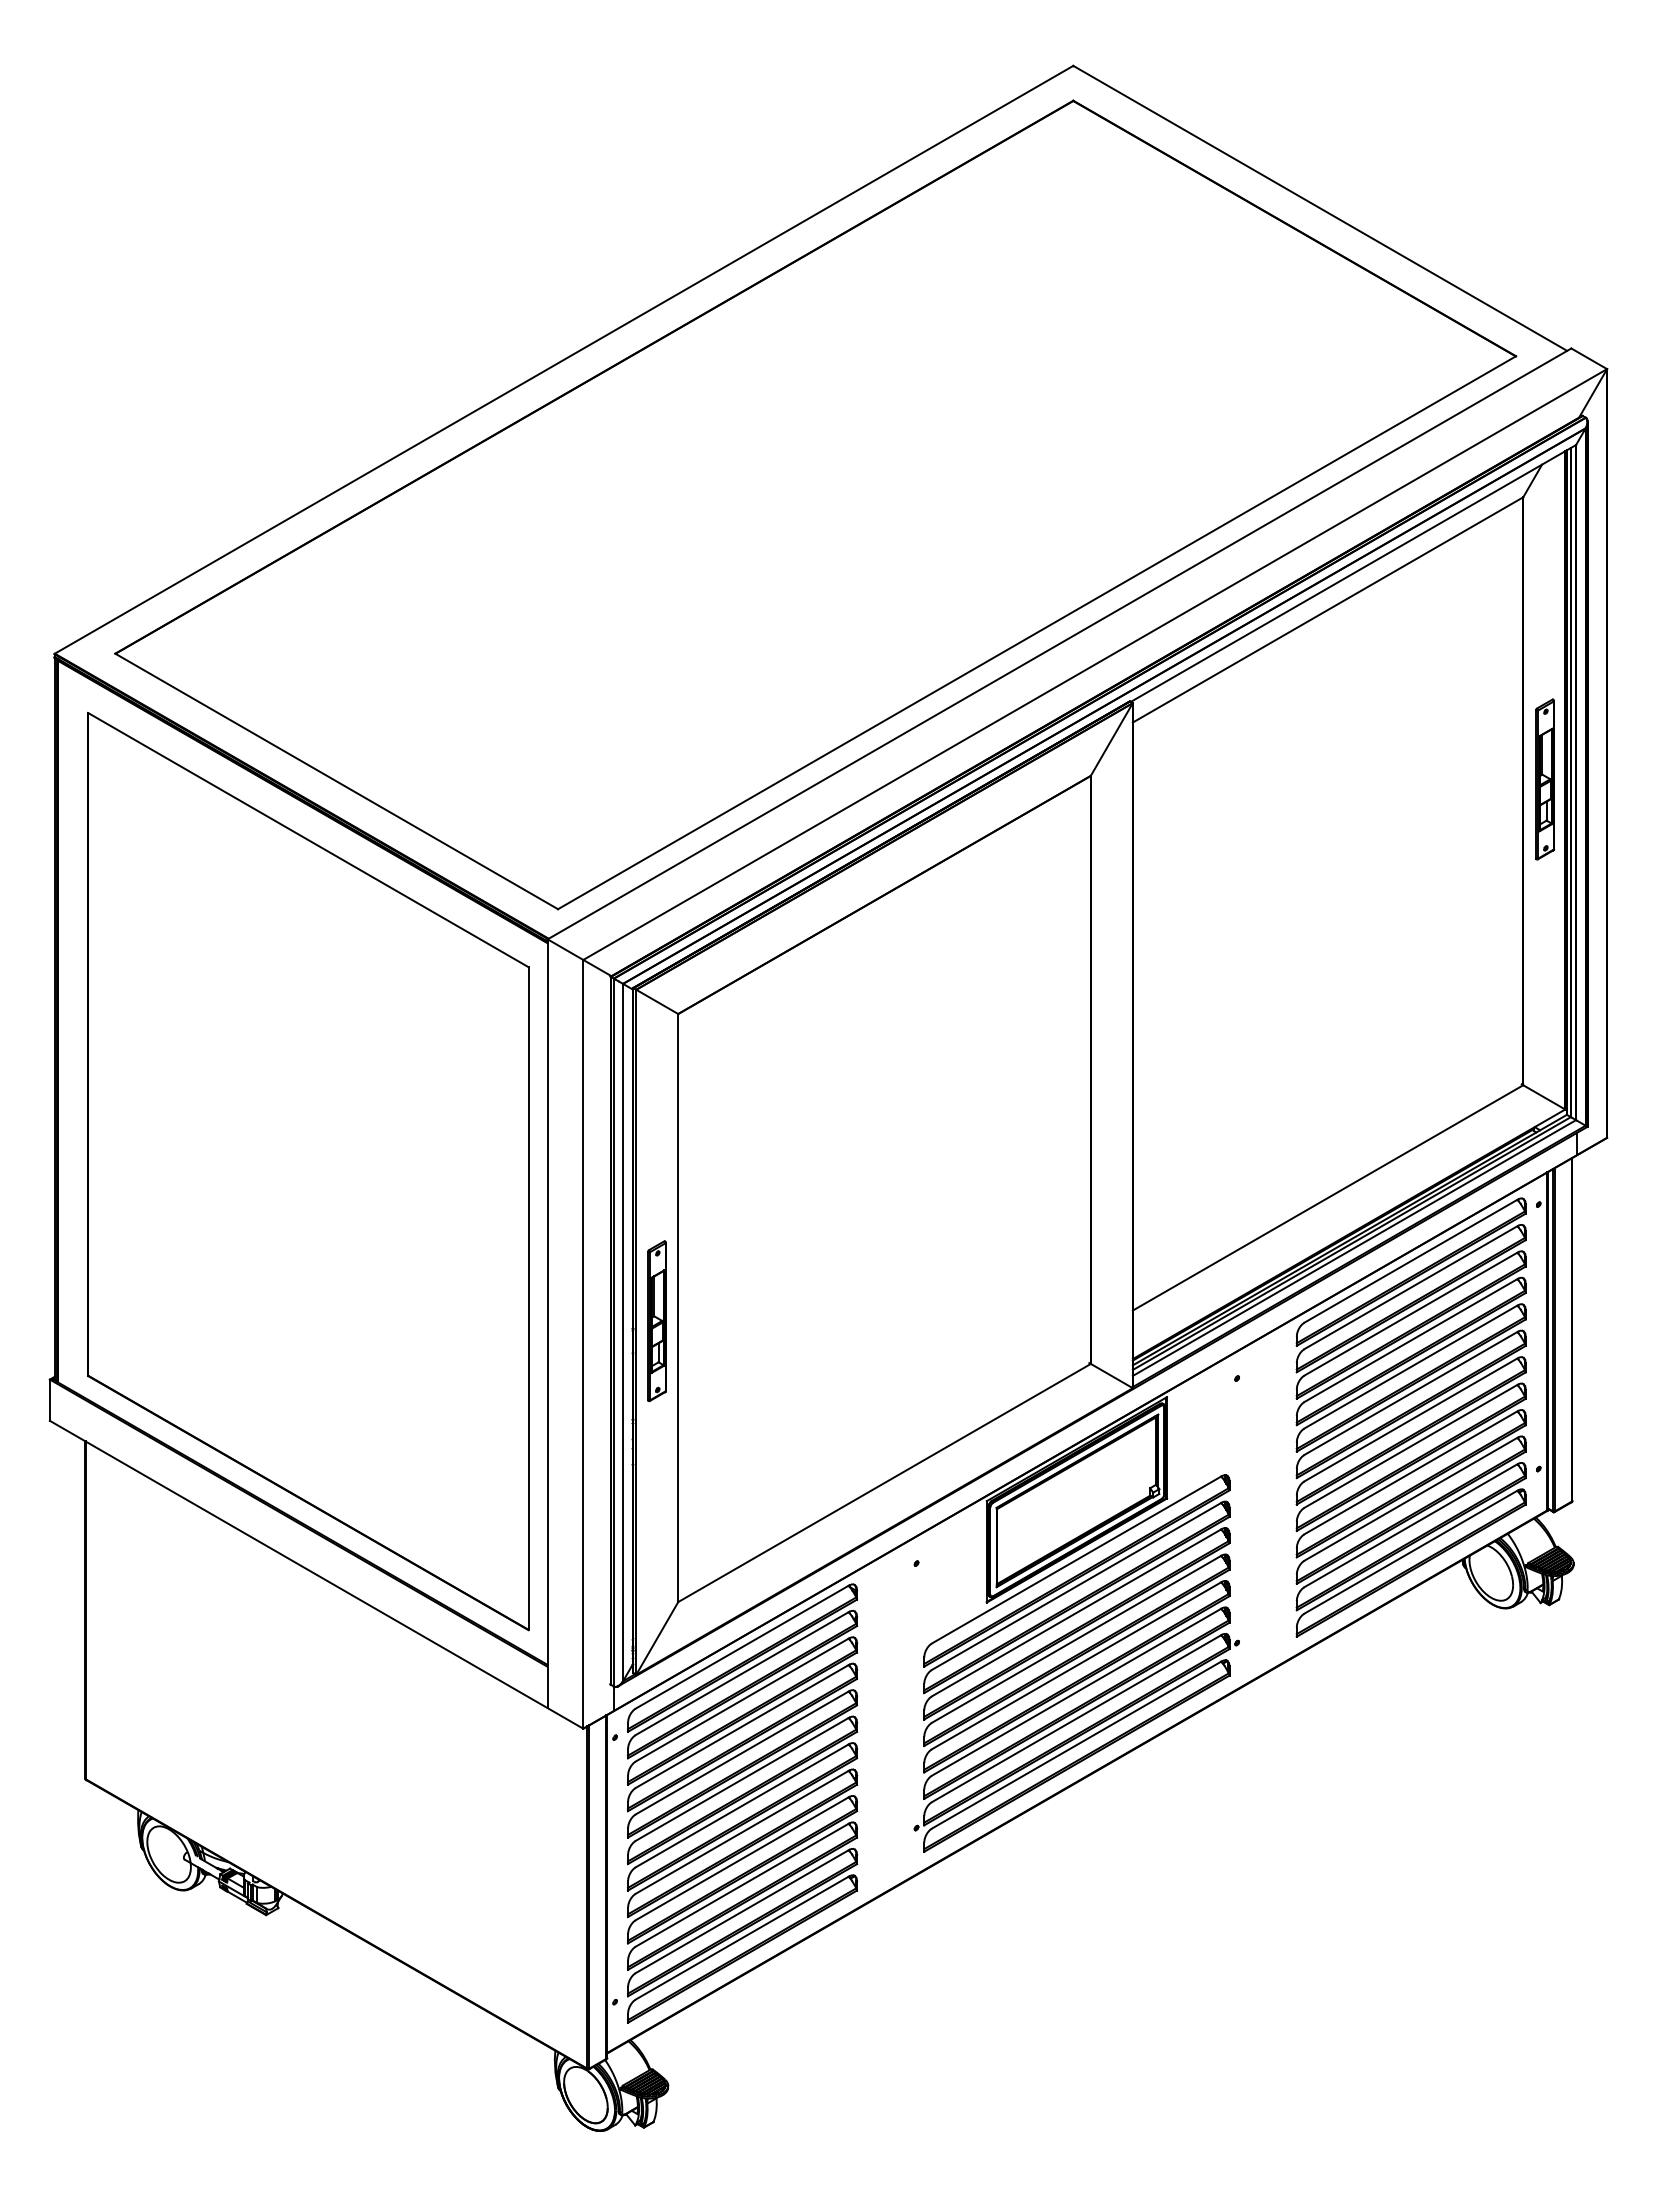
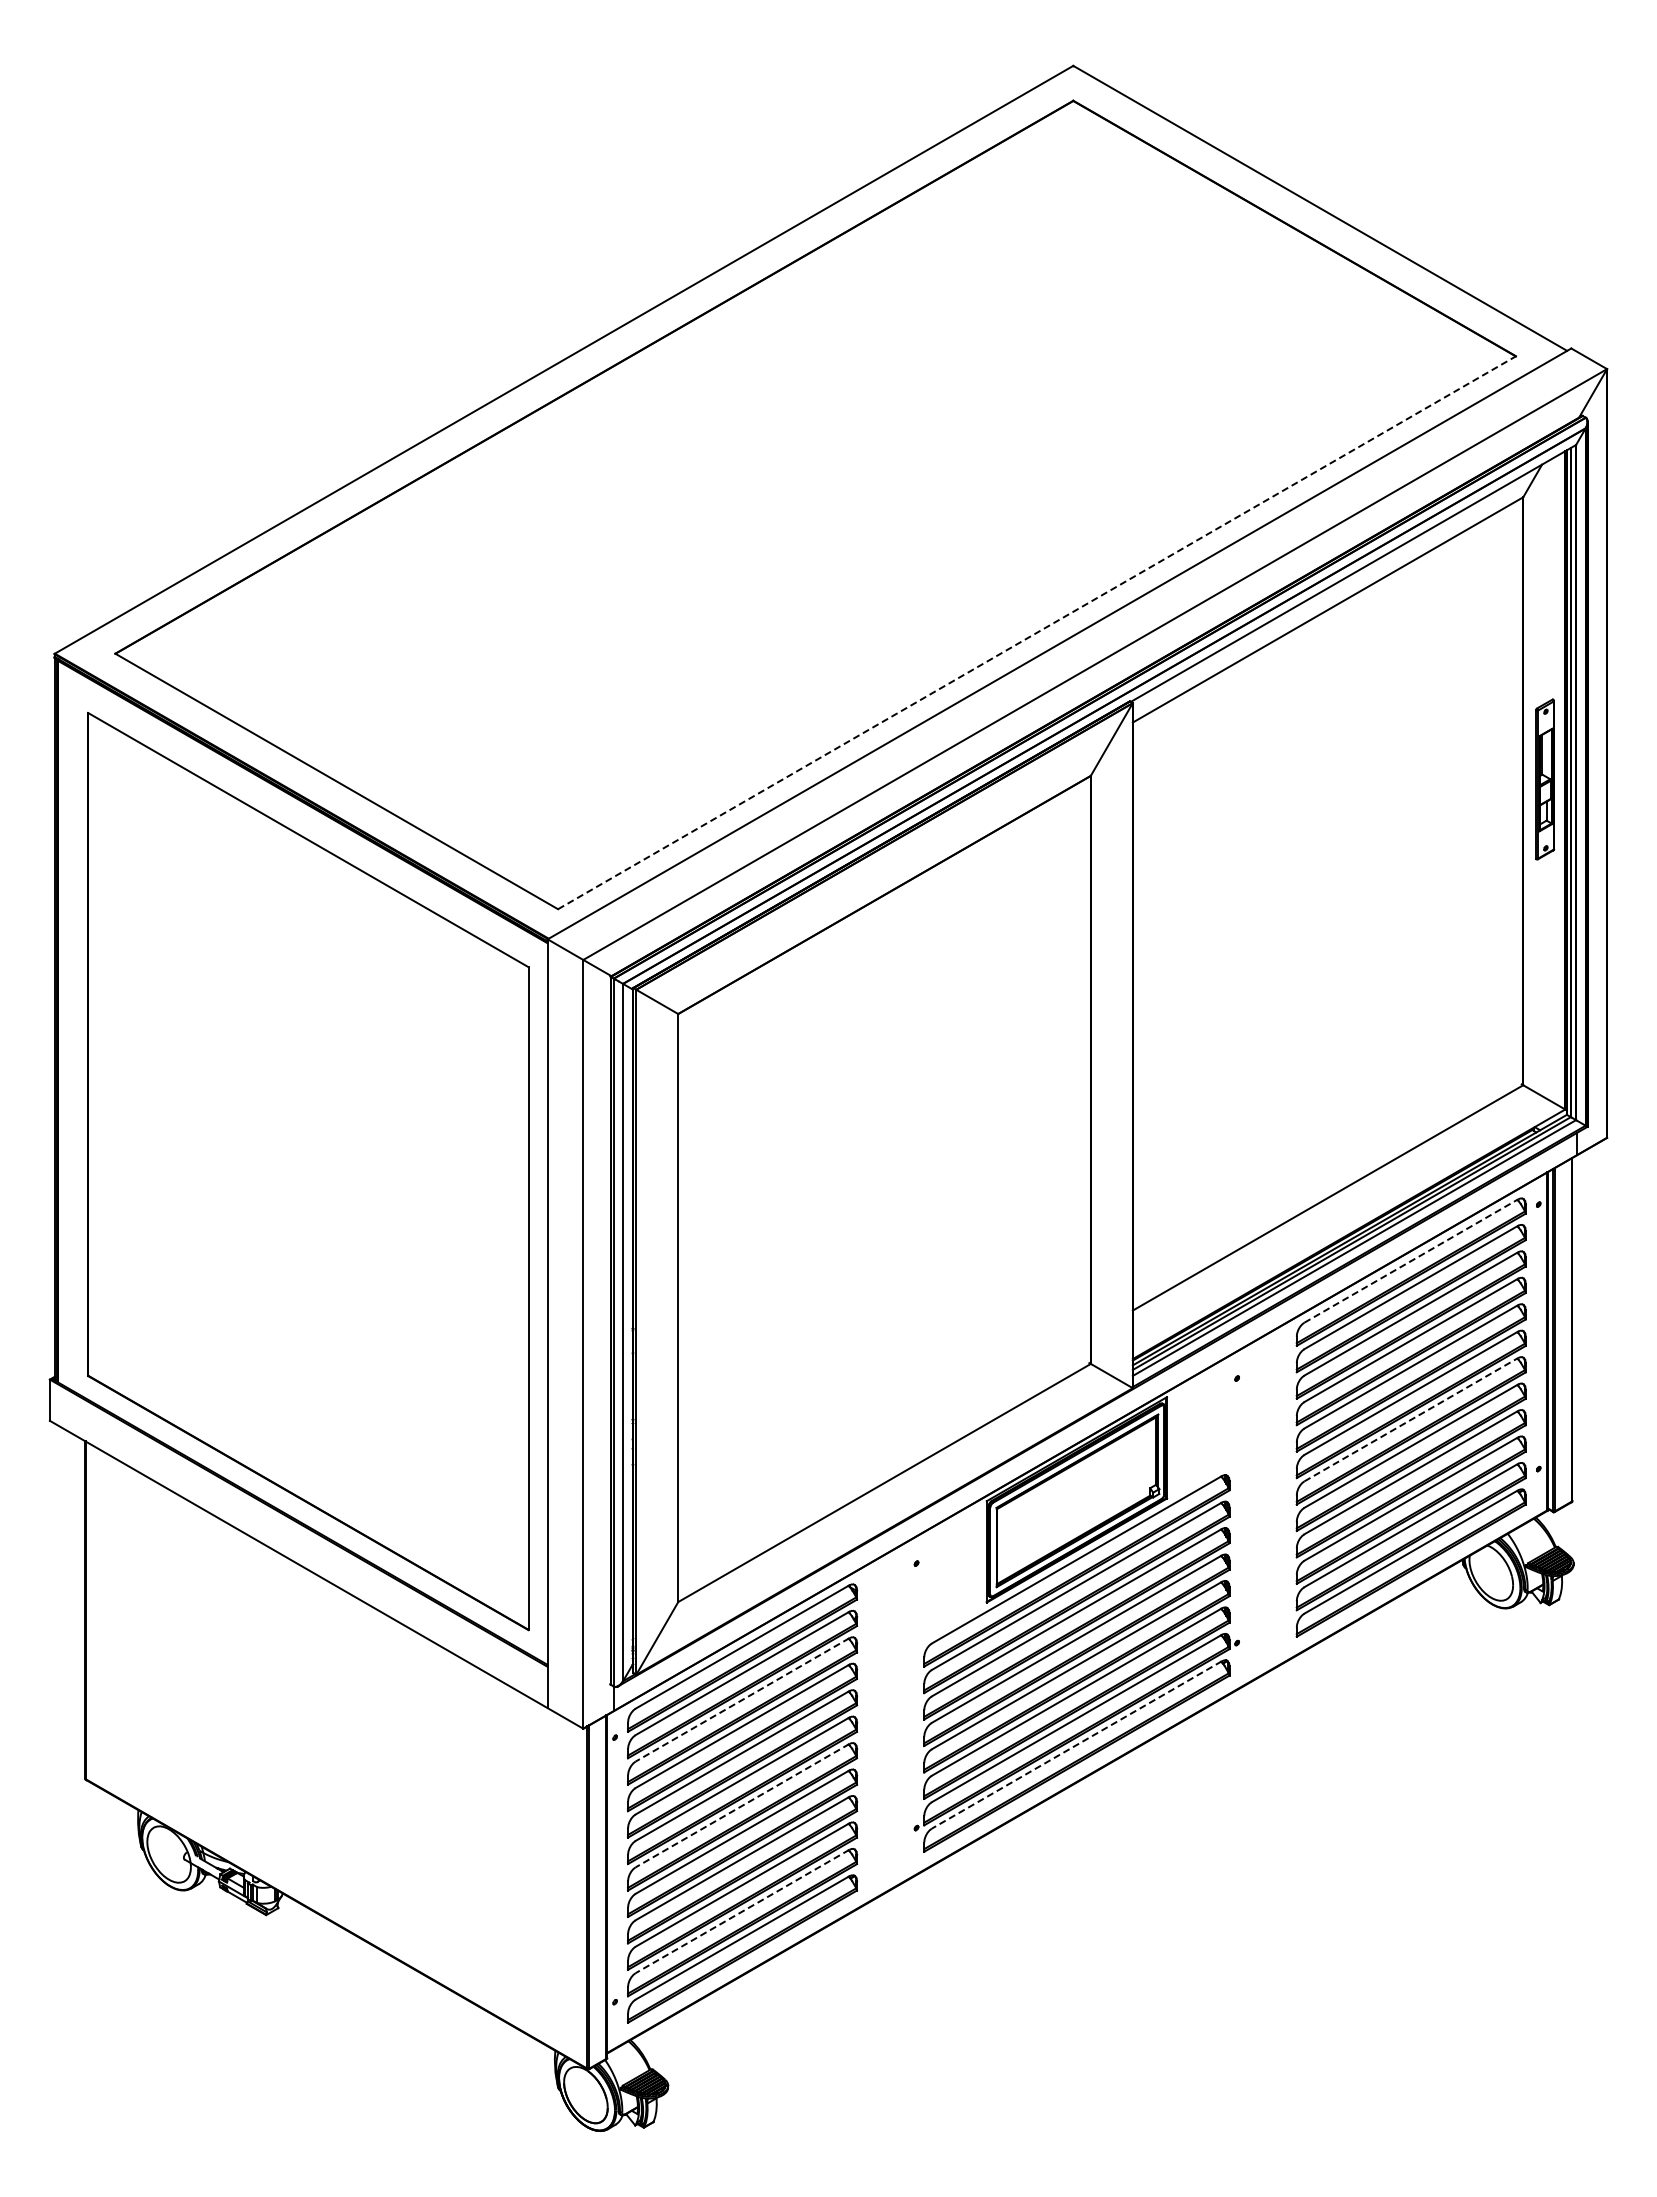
line at (1037, 632): solid -> dashed
line at (1411, 1260): solid -> dashed
part at (656, 1321): present -> none
line at (1411, 1419): solid -> dashed
line at (742, 1700): solid -> dashed
line at (1076, 1745): solid -> dashed
line at (742, 1805): solid -> dashed
line at (742, 1911): solid -> dashed
